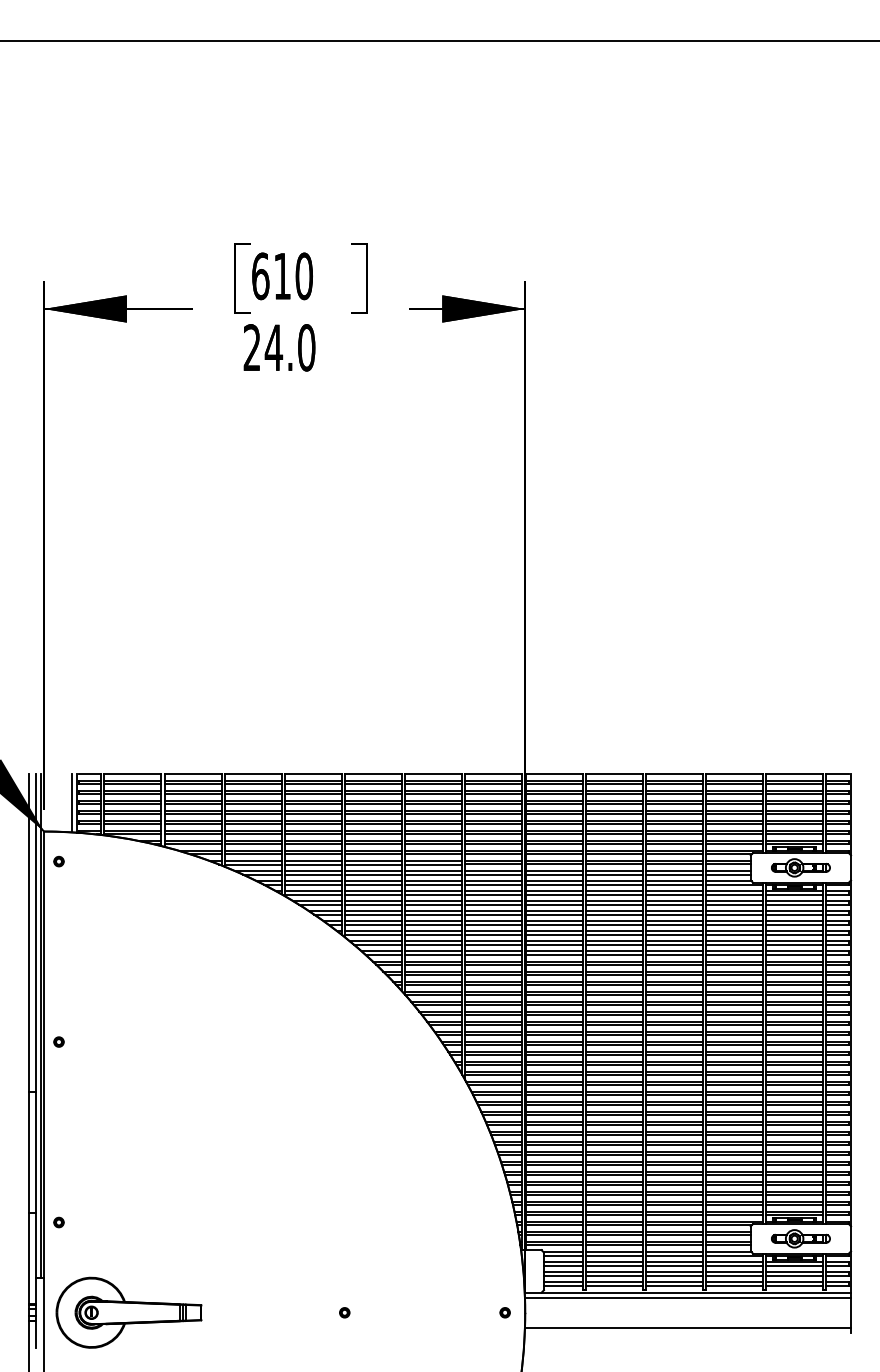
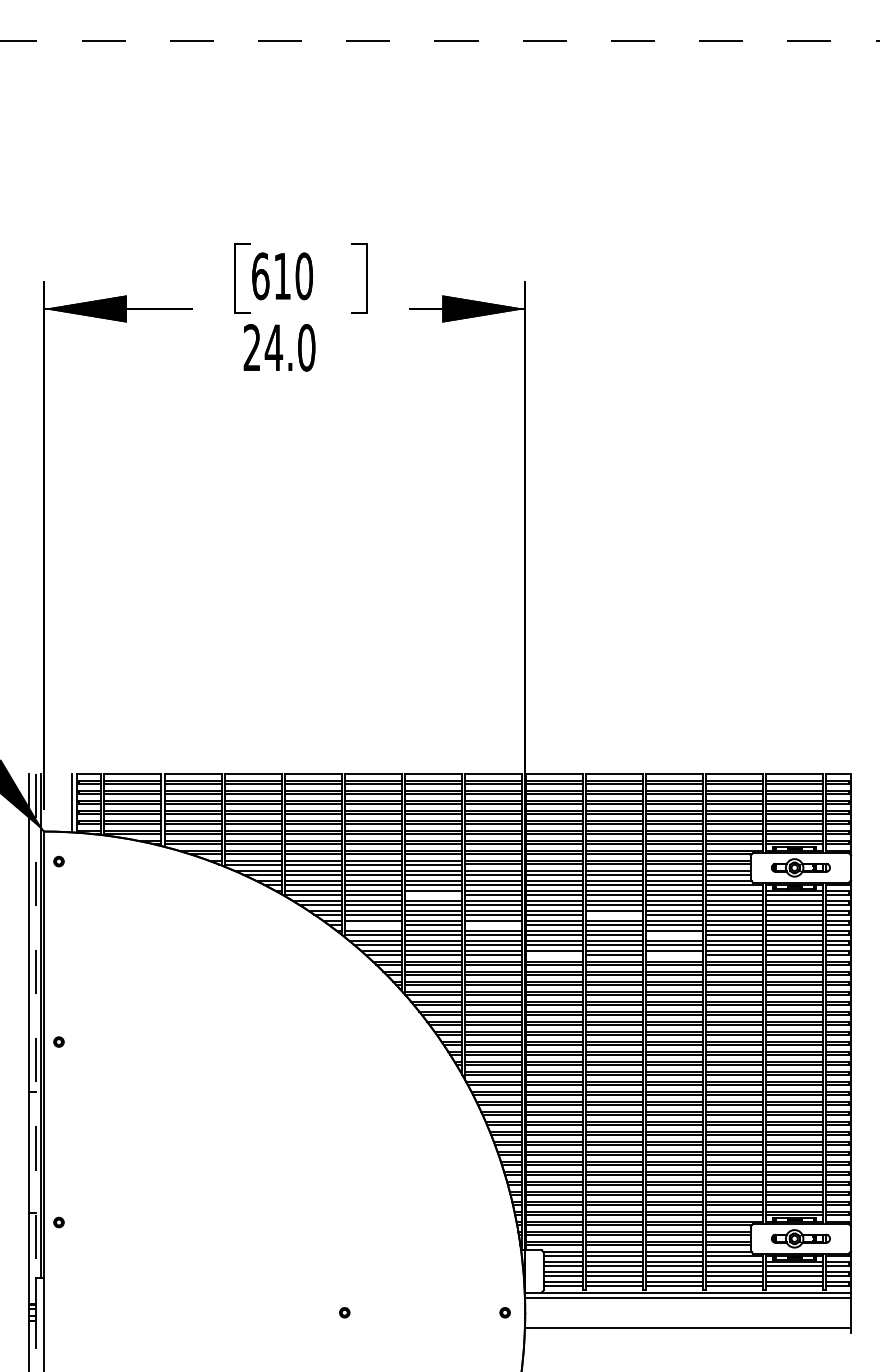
line at (439, 41): solid -> dashed
line at (433, 894): present -> none
line at (613, 914): present -> none
line at (373, 924): present -> none
line at (493, 924): present -> none
line at (673, 934): present -> none
line at (553, 954): present -> none
line at (673, 954): present -> none
line at (36, 1026): solid -> dashed
part at (128, 1312): present -> none
